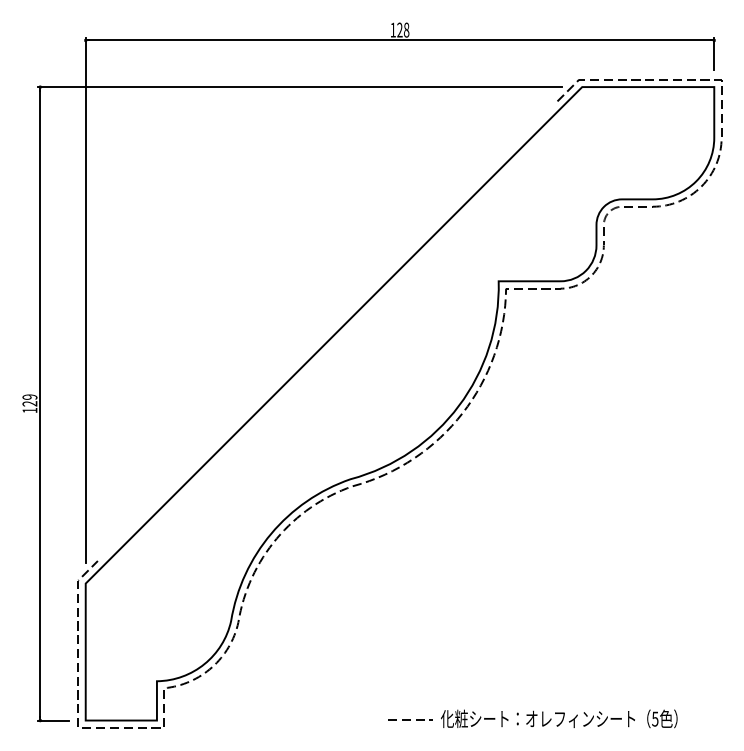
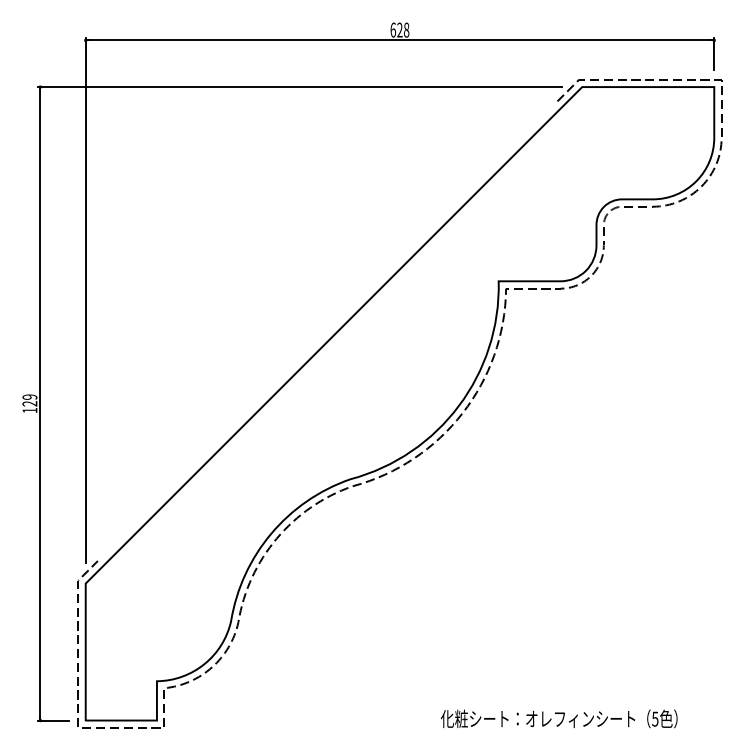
text at (393, 29): 128 -> 628
line at (410, 719): present -> none
